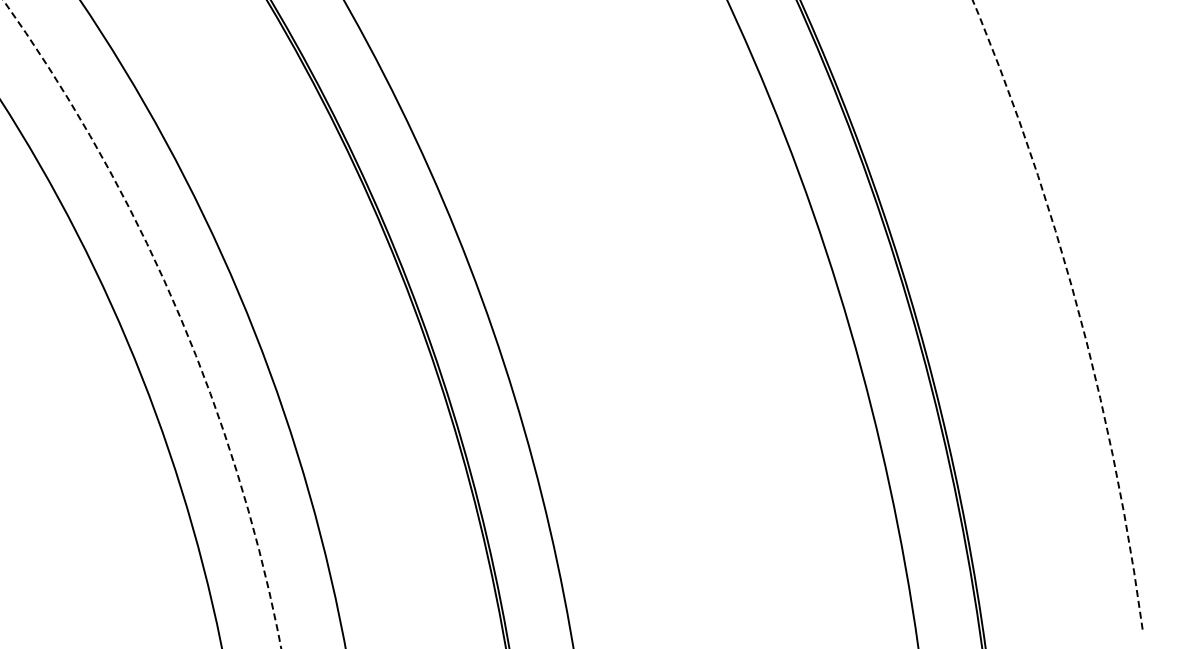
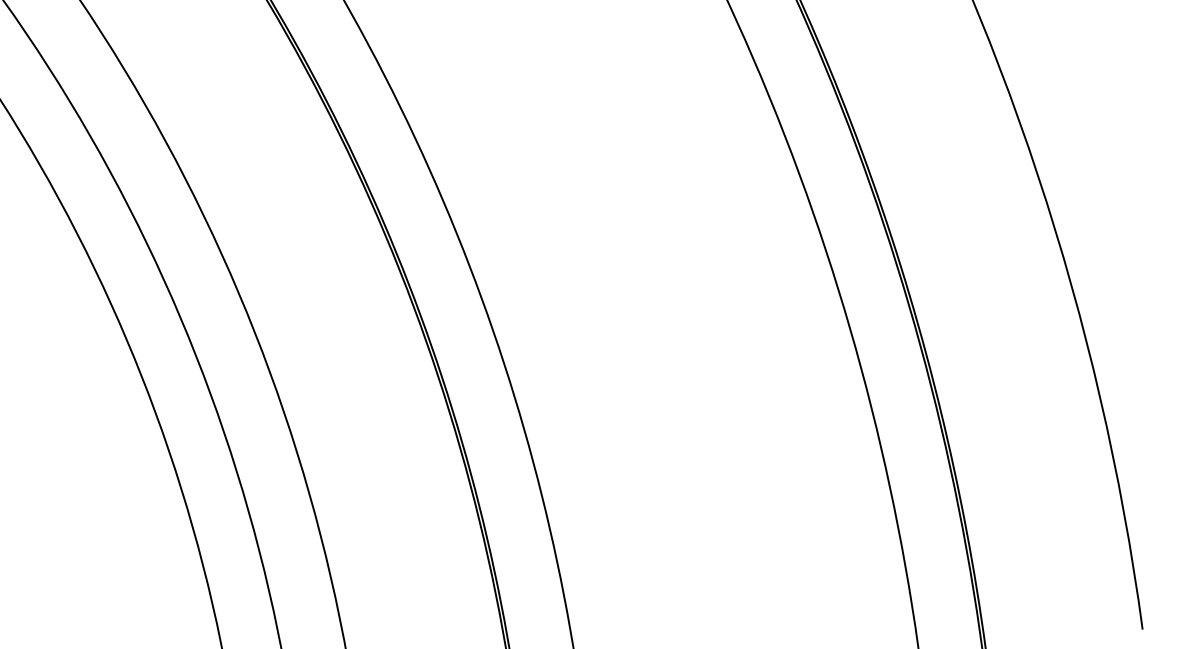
arc at (177, 310): dashed -> solid
arc at (1078, 310): dashed -> solid
